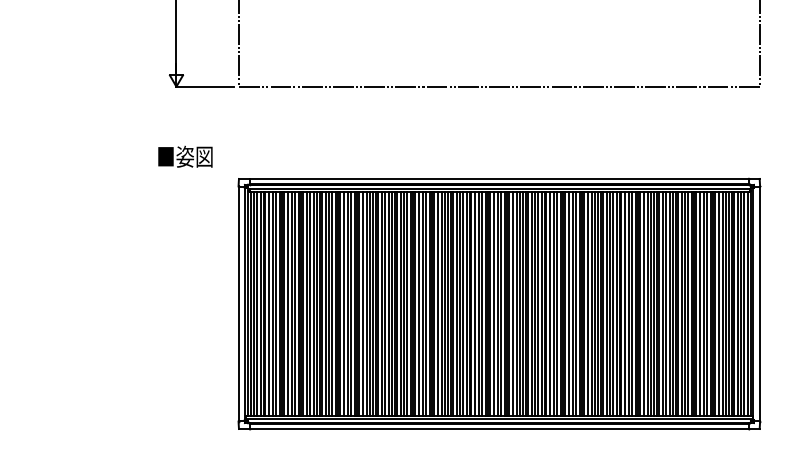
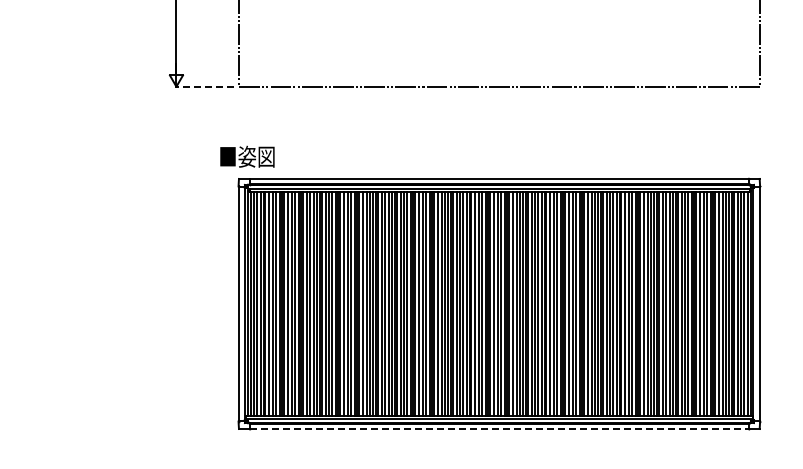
line at (204, 86): solid -> dashed
text at (185, 156) position: (185, 156) -> (247, 156)
line at (499, 428): solid -> dashed
